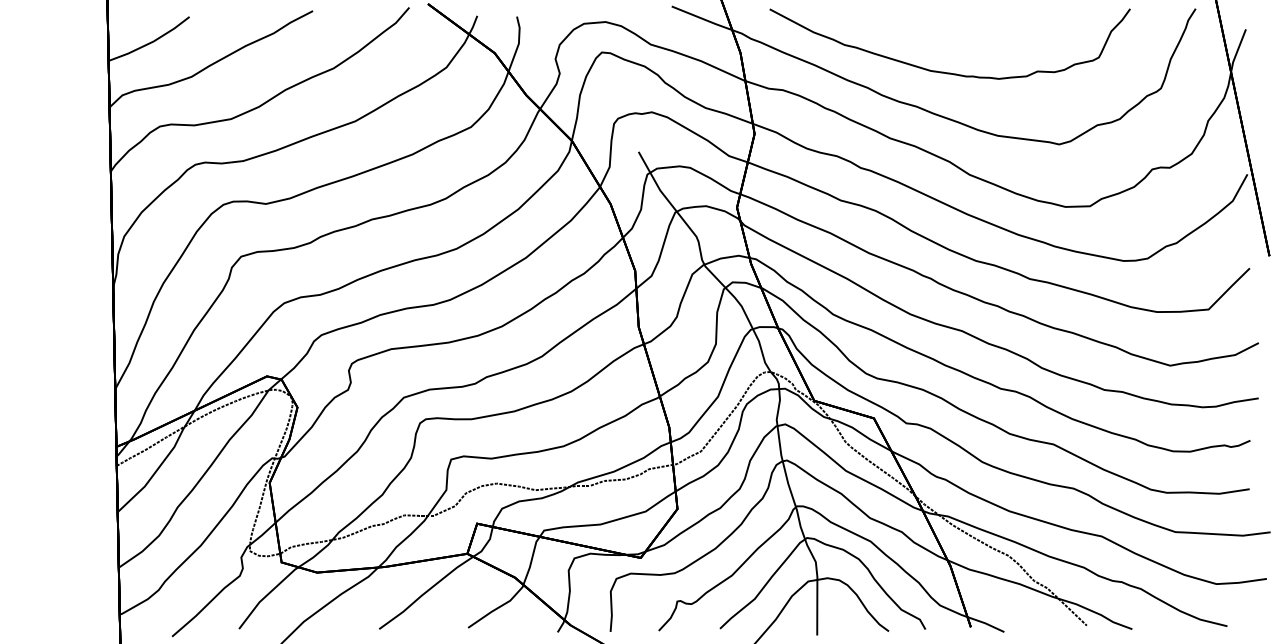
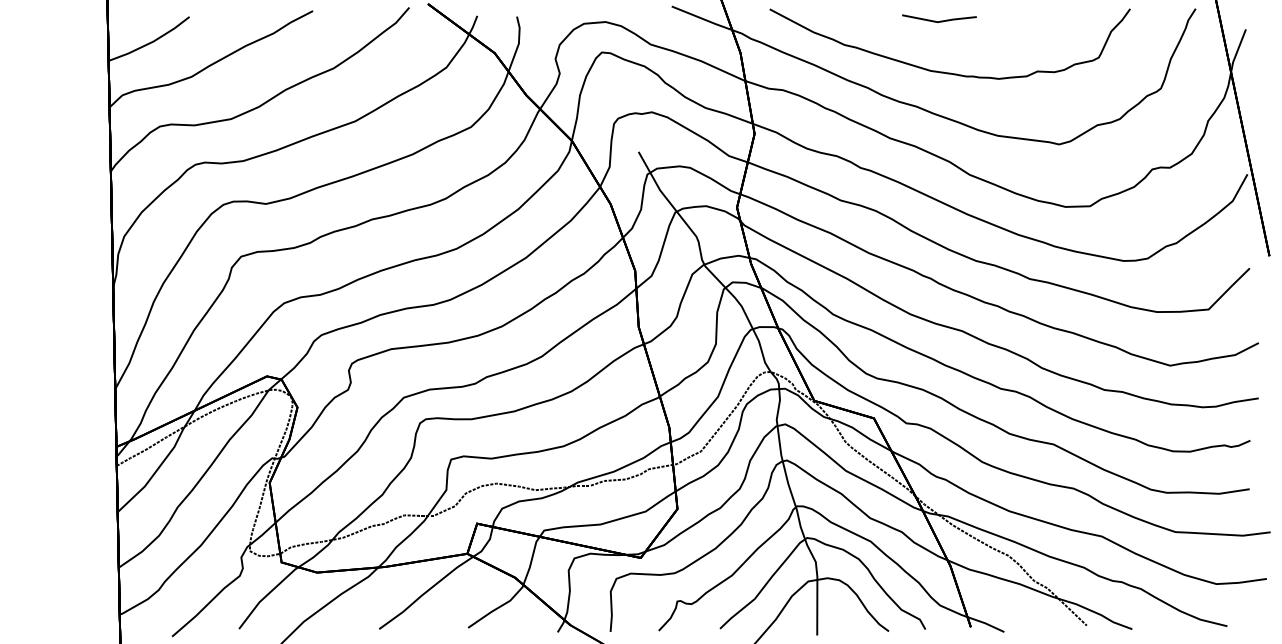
line at (940, 20): none -> present
